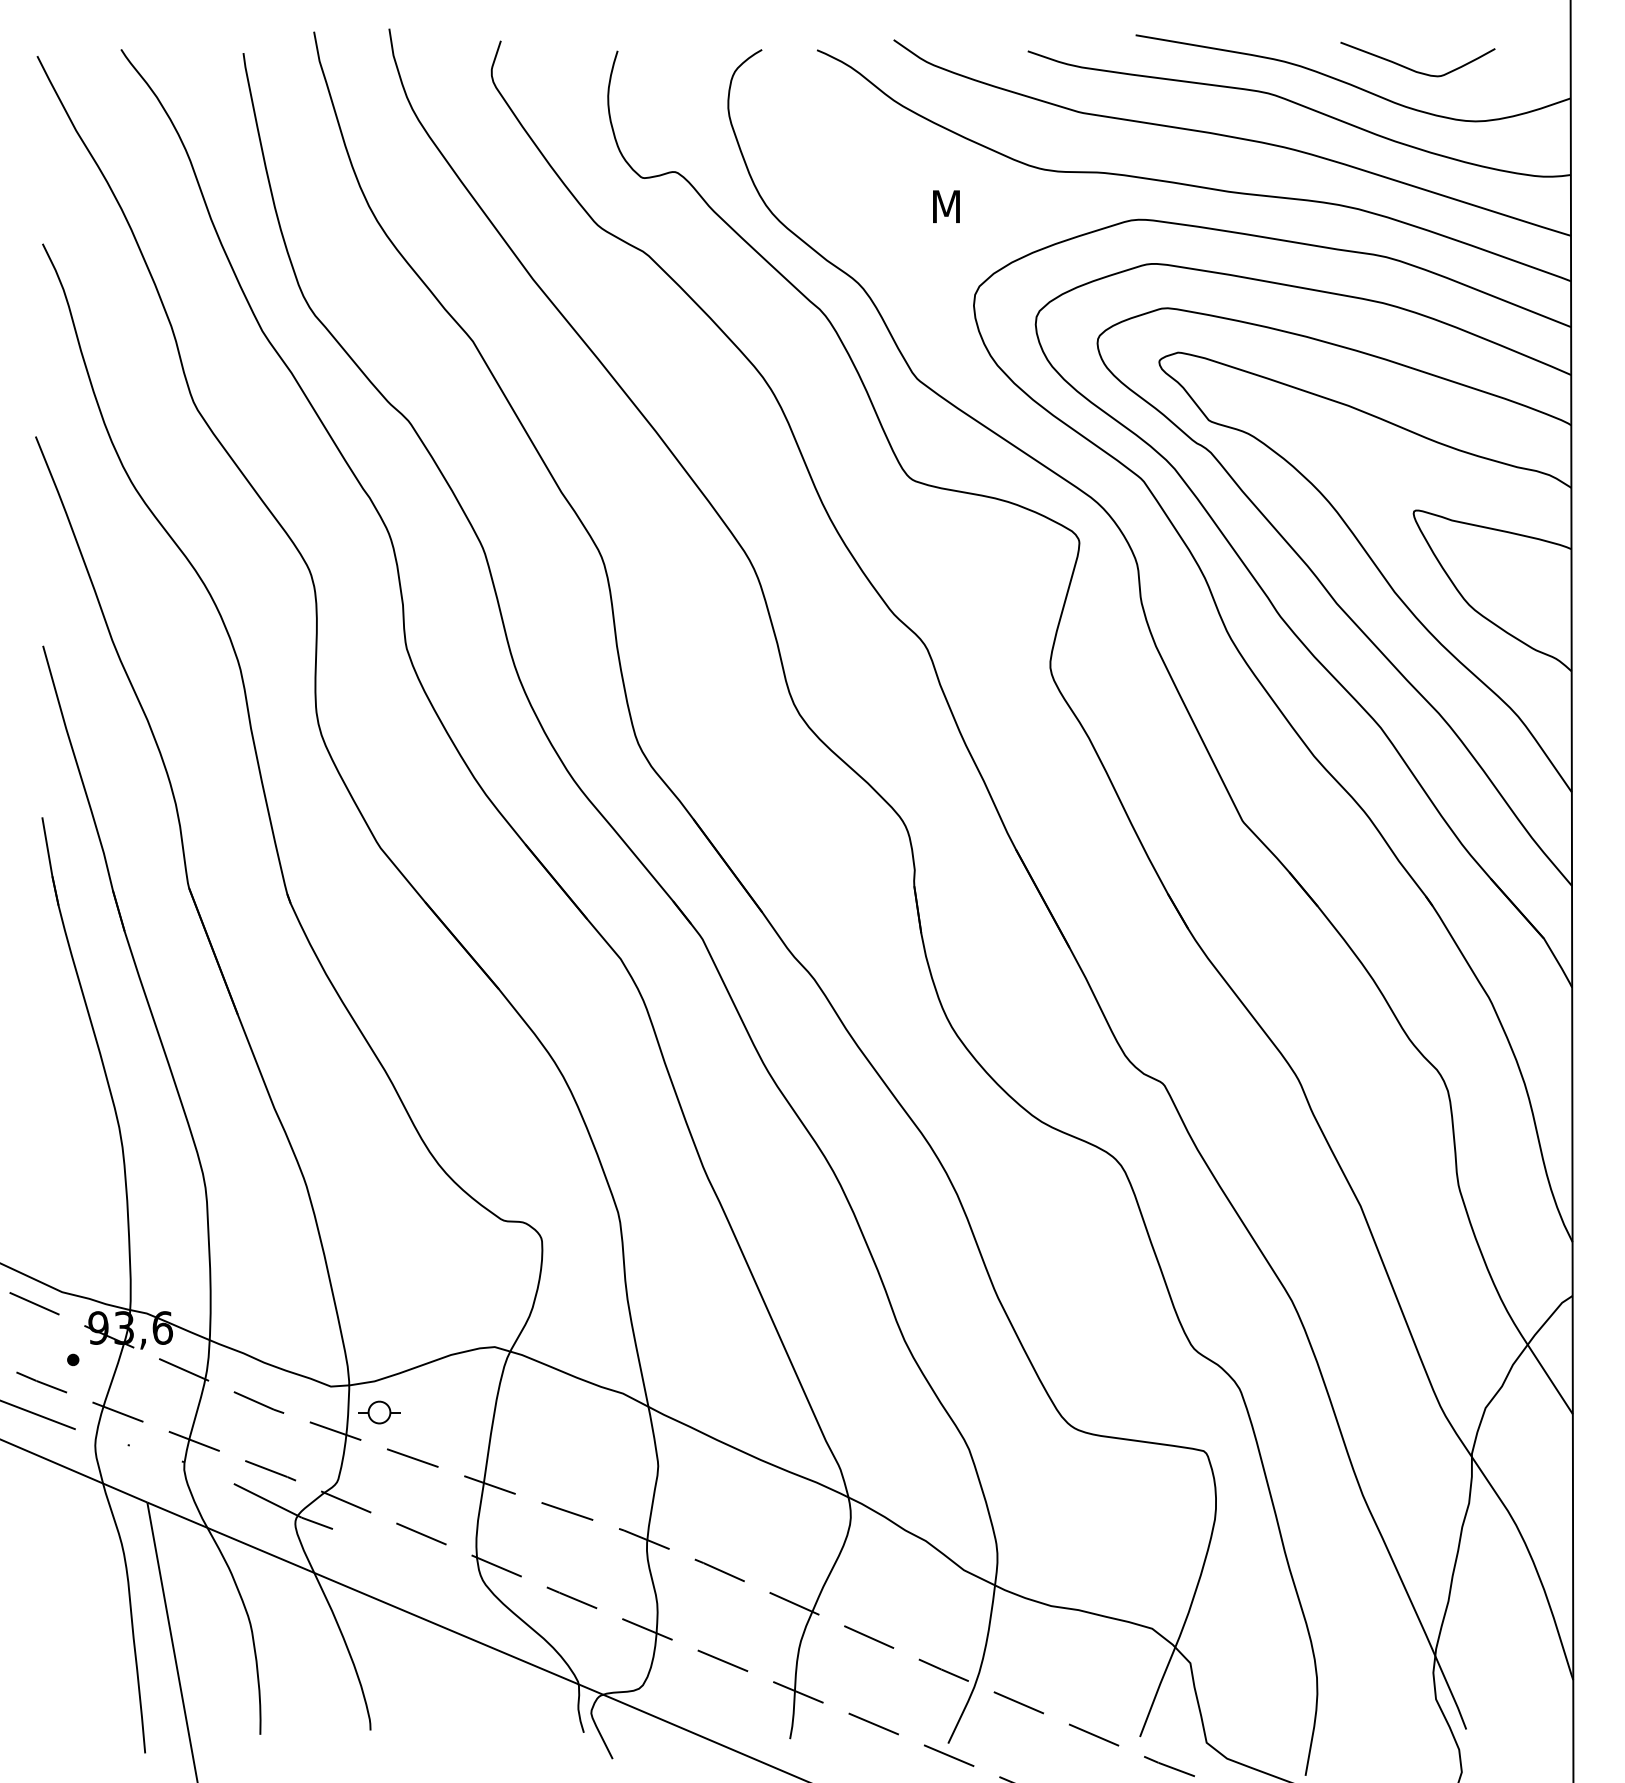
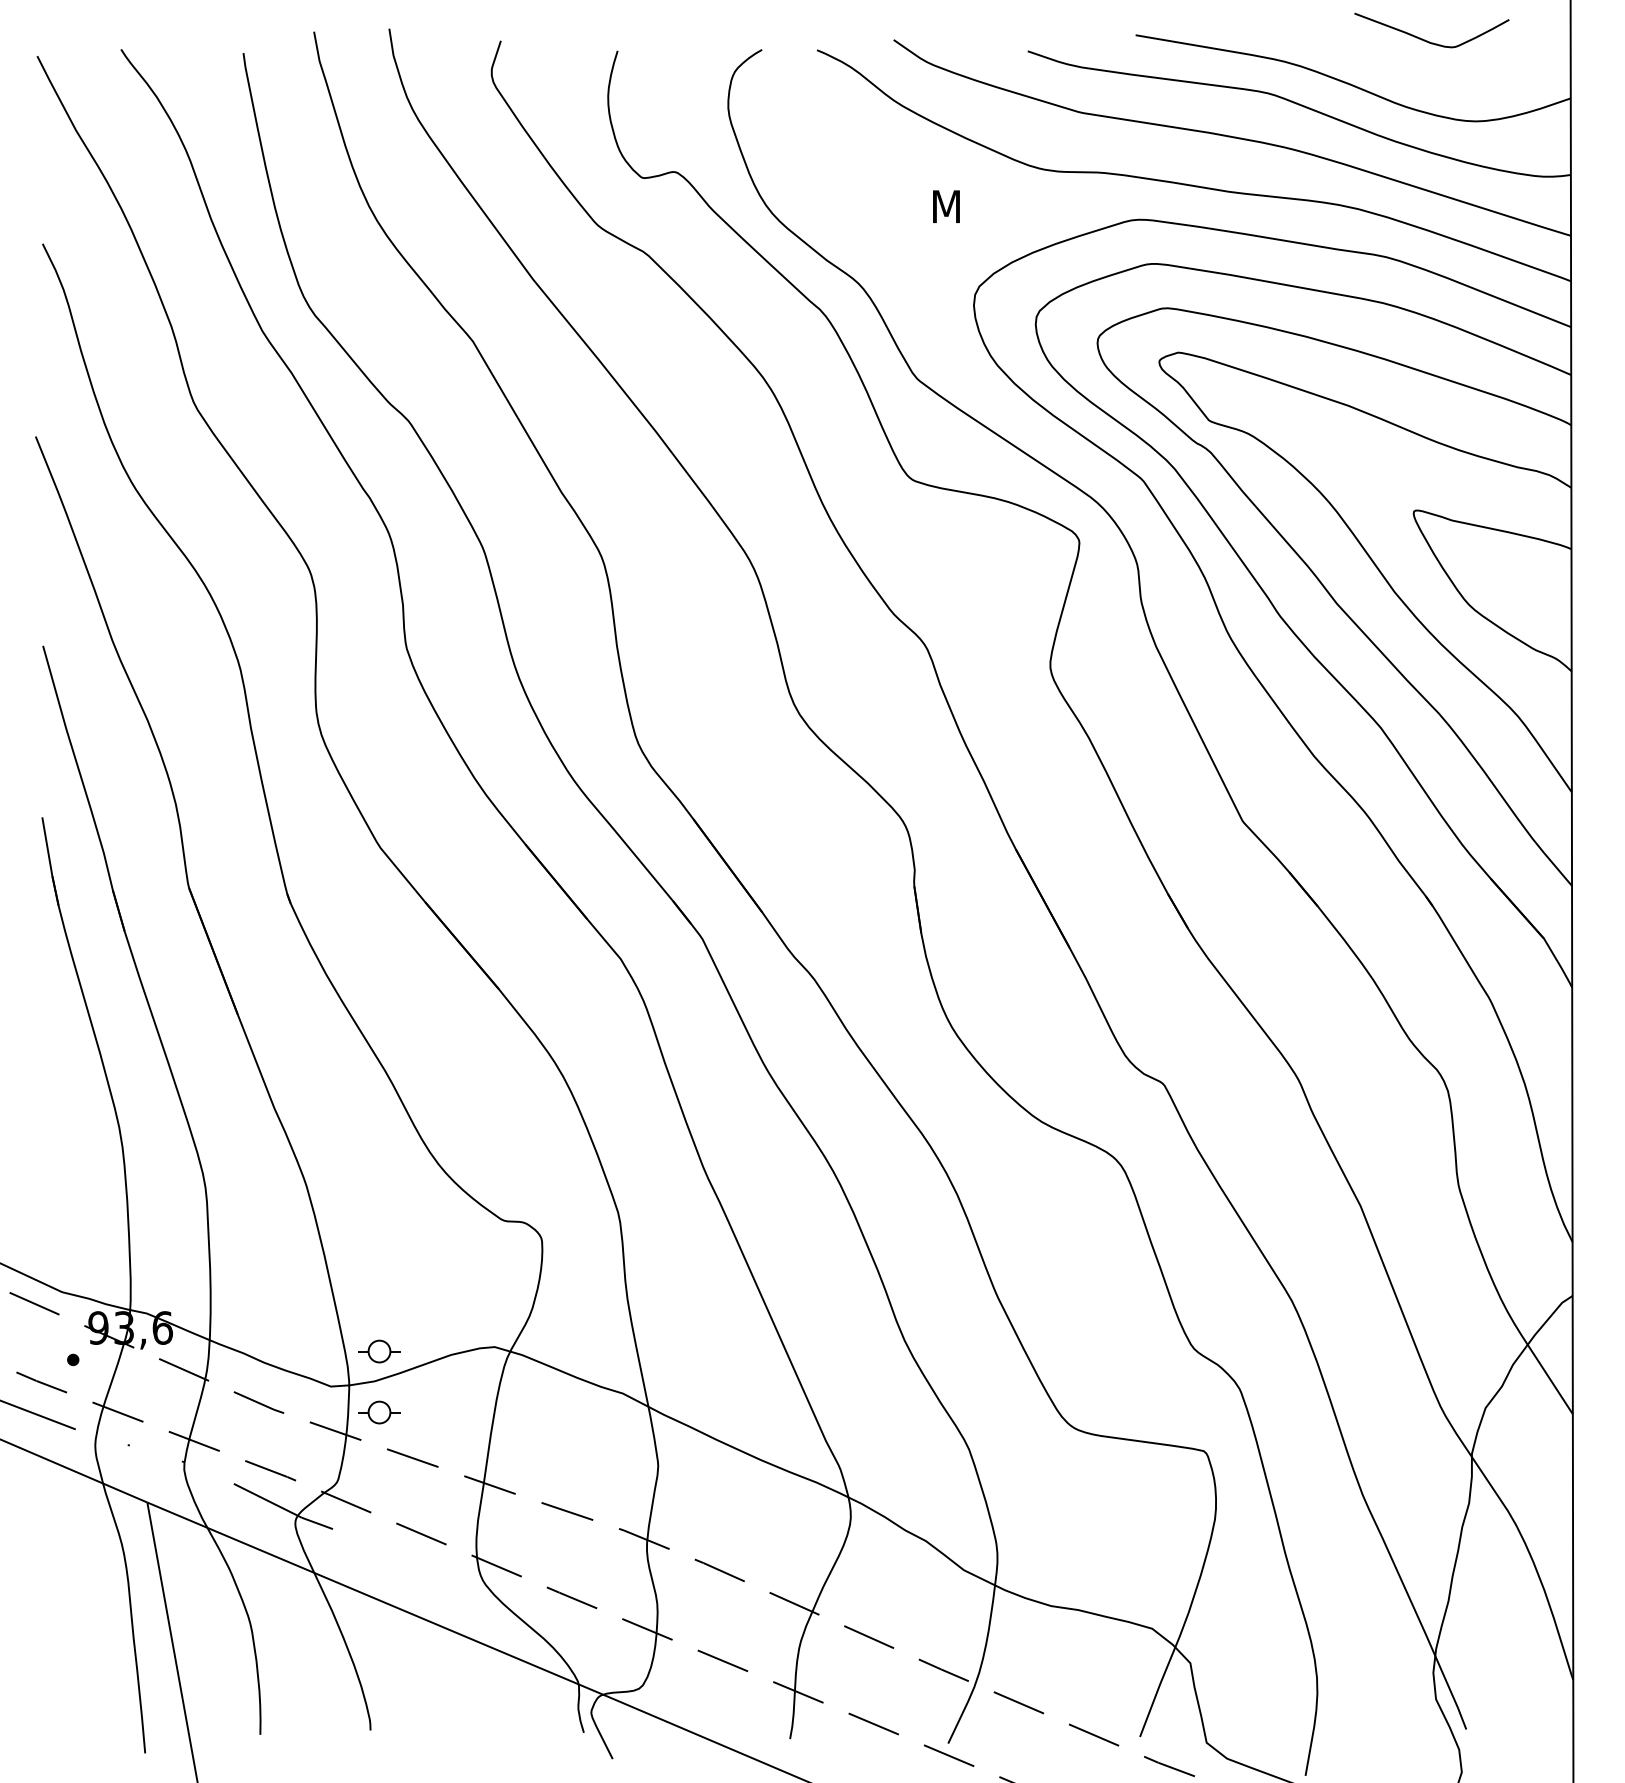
curve at (1413, 69) position: (1413, 69) -> (1427, 40)
part at (379, 1351): none -> present
